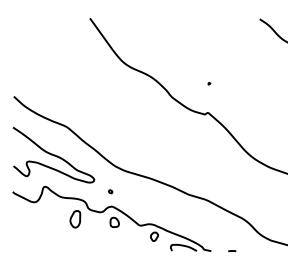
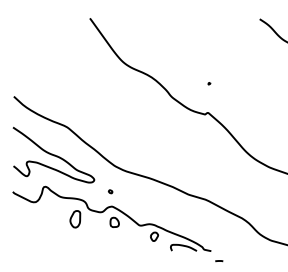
line at (232, 251) position: (232, 251) -> (219, 261)
